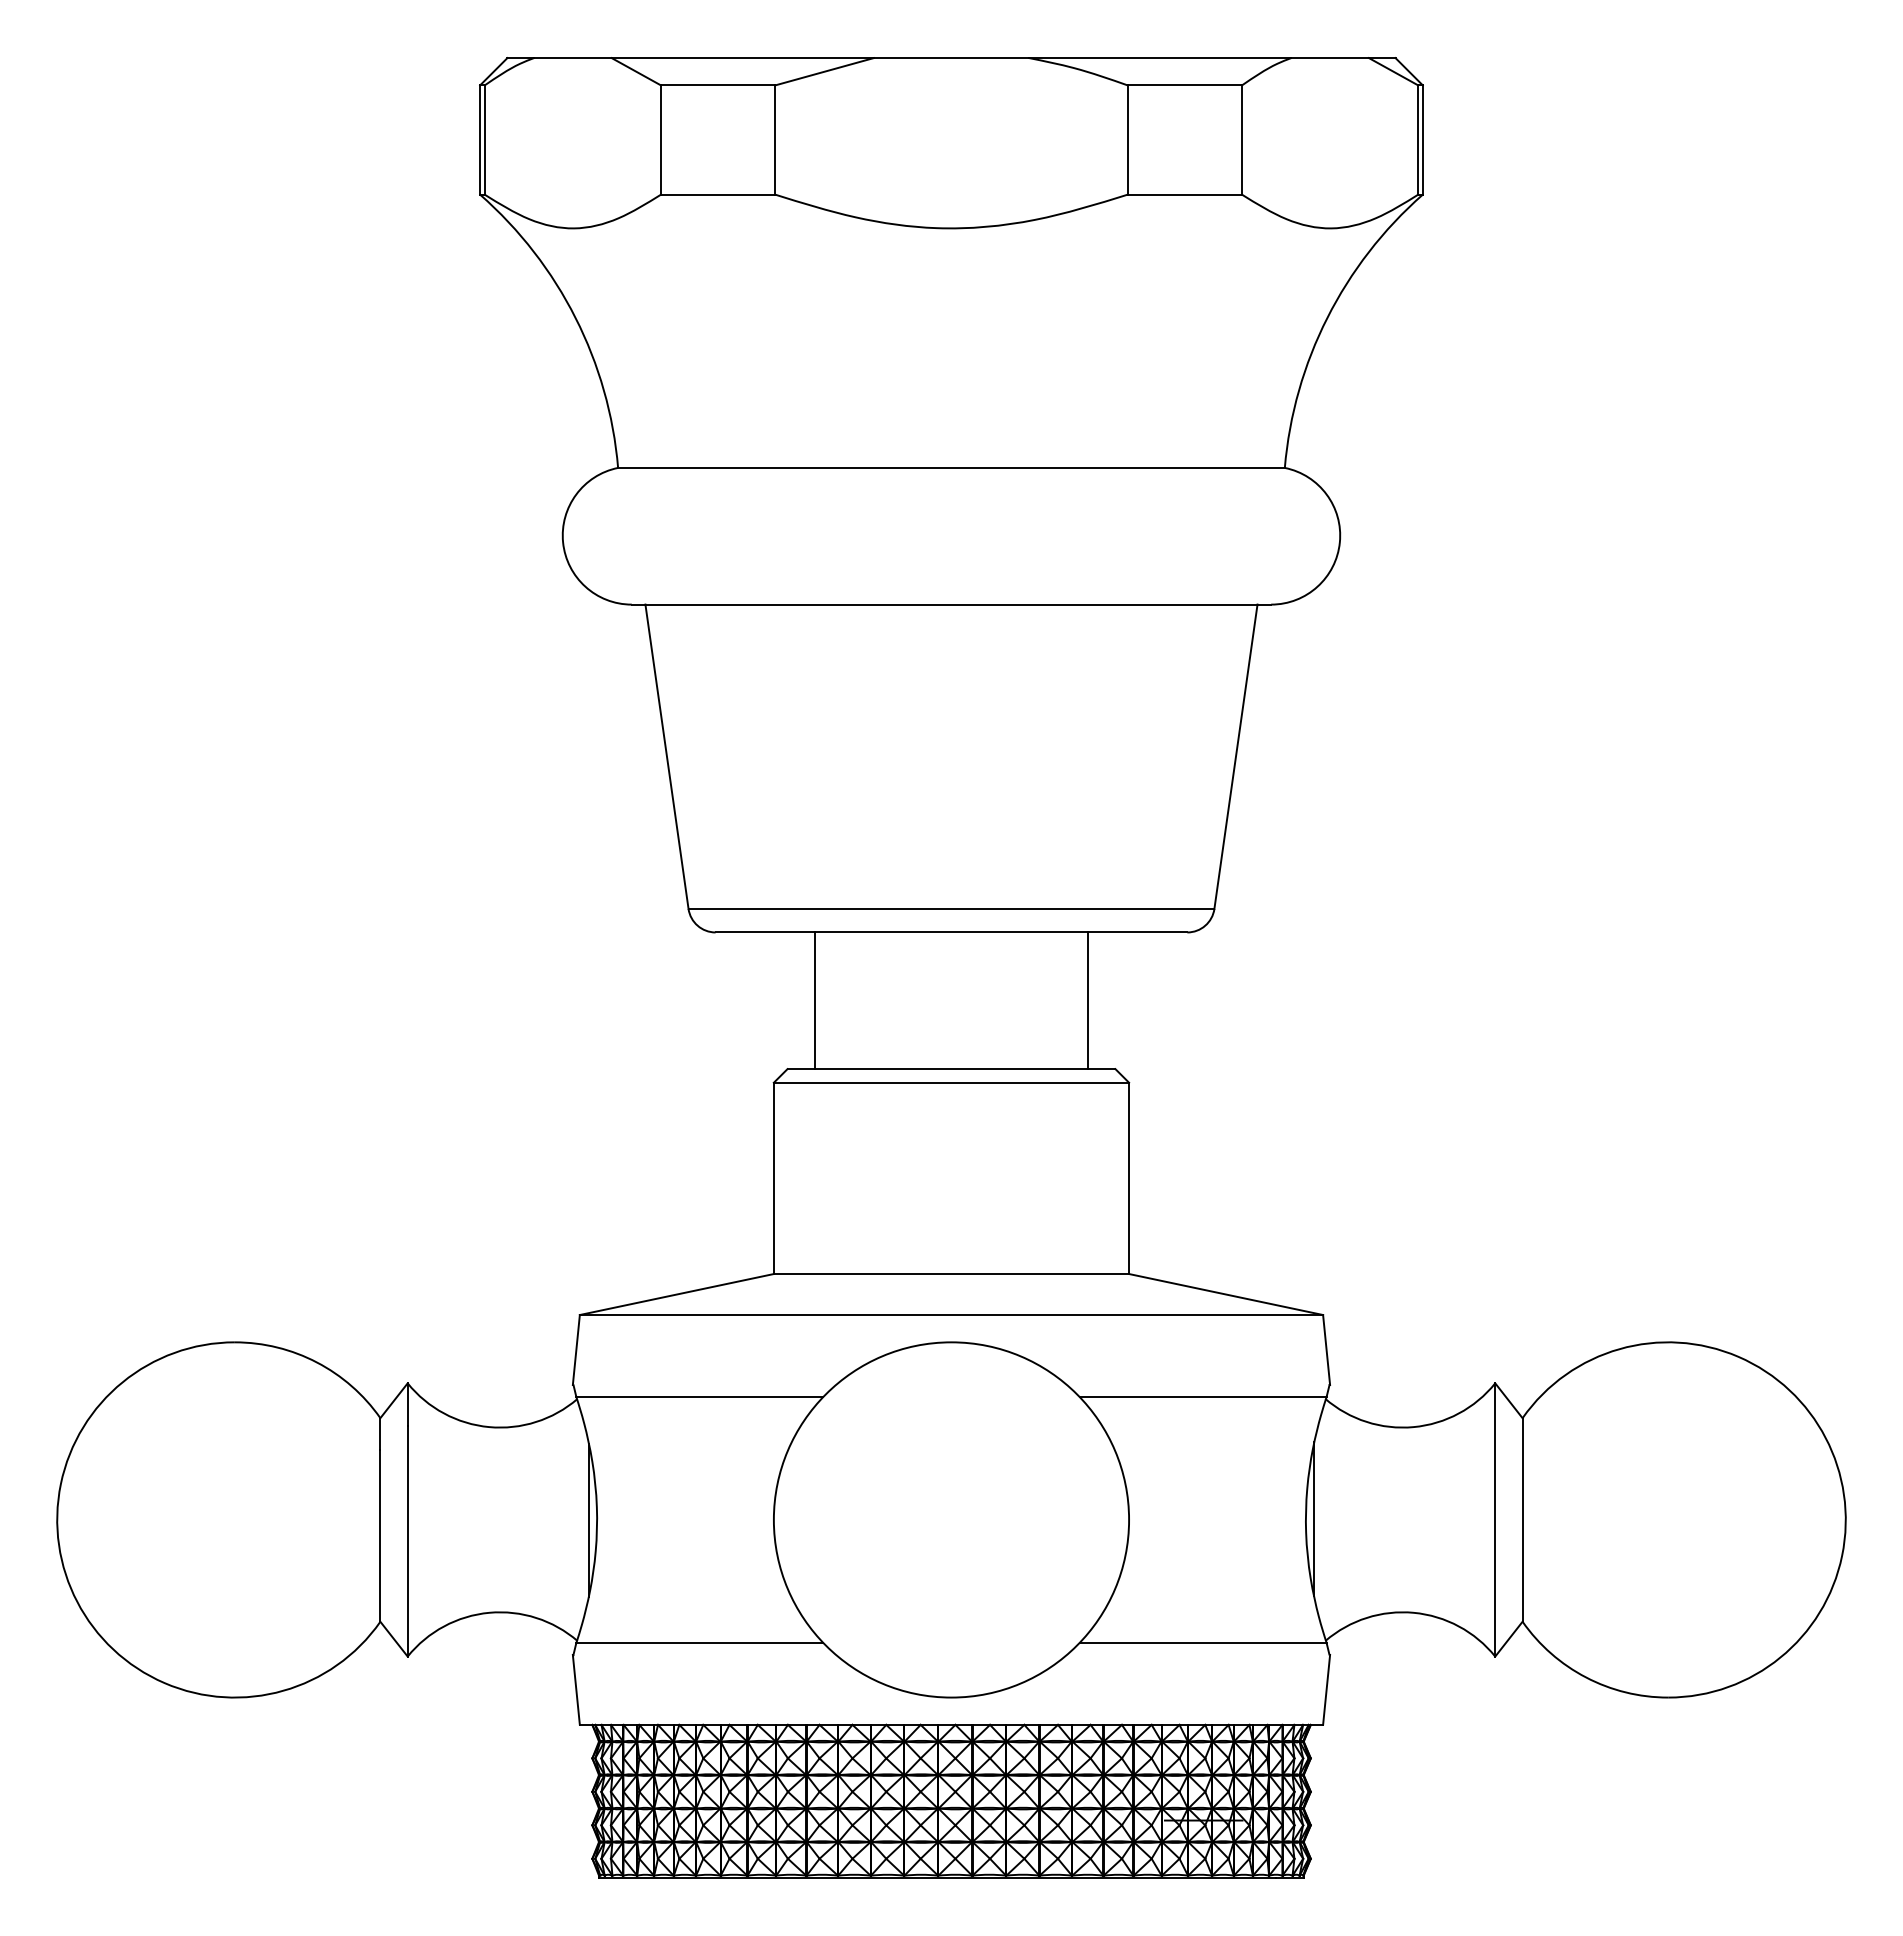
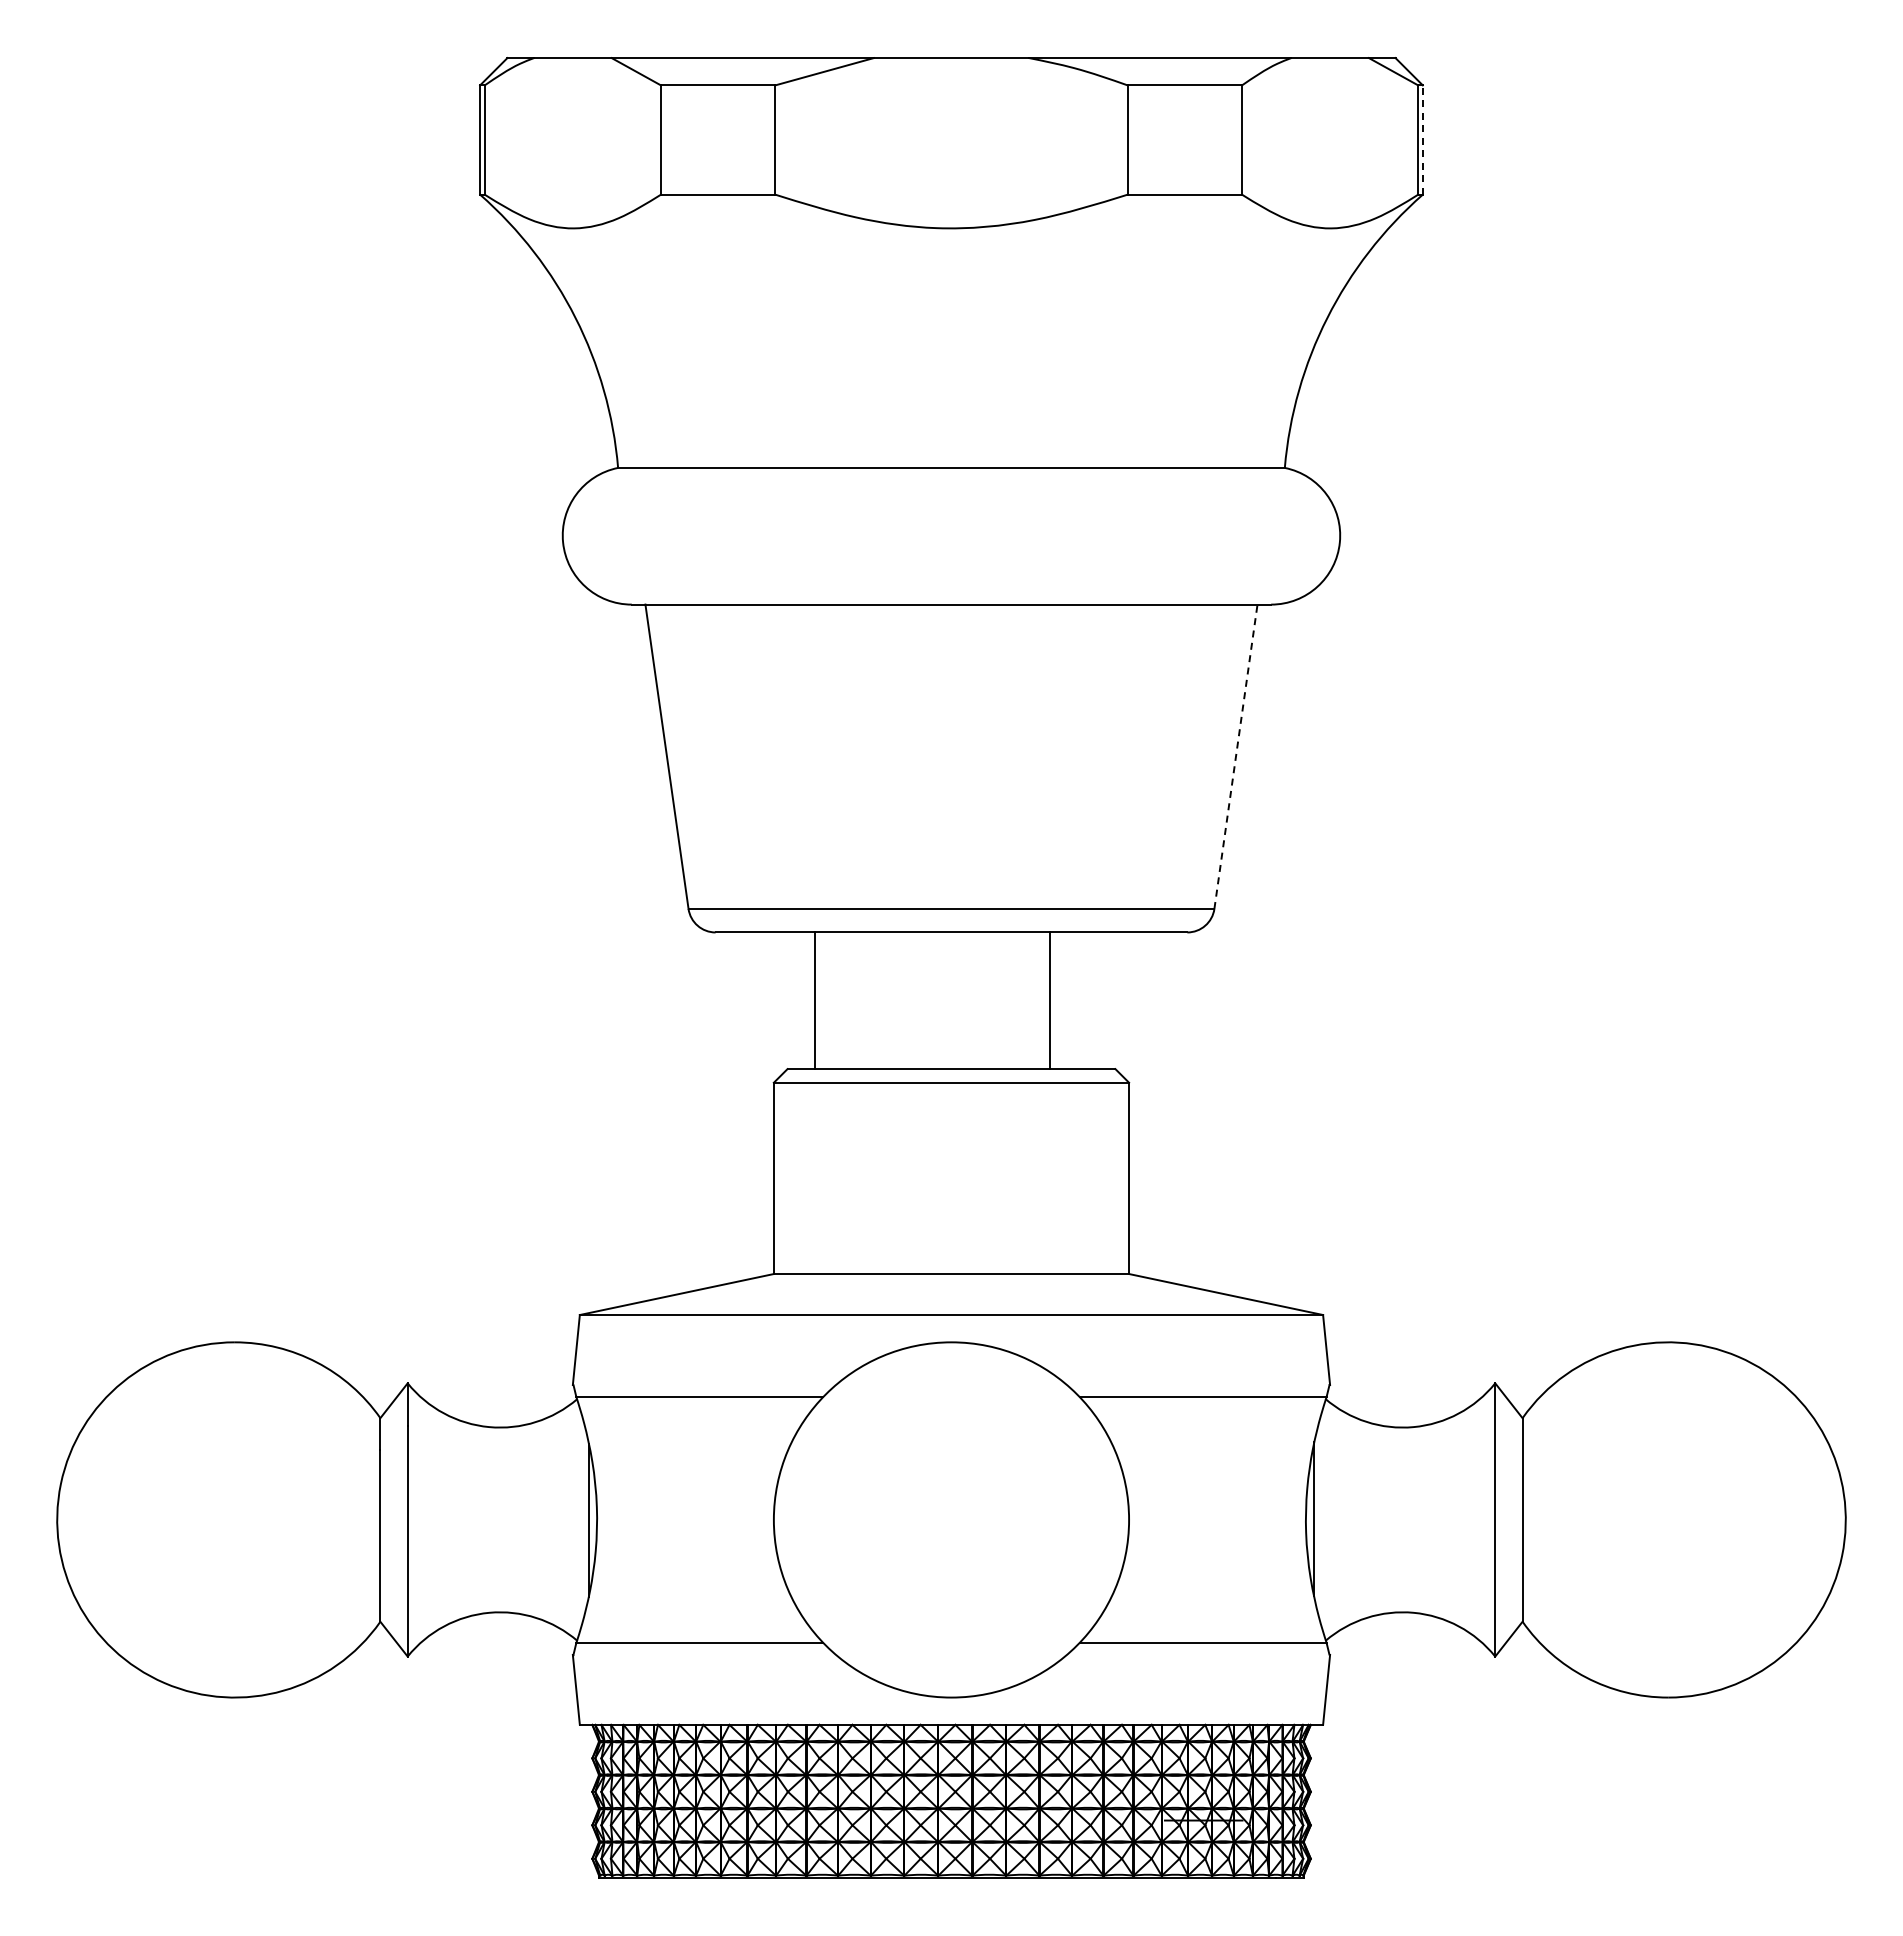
line at (1422, 140): solid -> dashed
line at (1235, 756): solid -> dashed
line at (1088, 1000) position: (1088, 1000) -> (1050, 1000)
